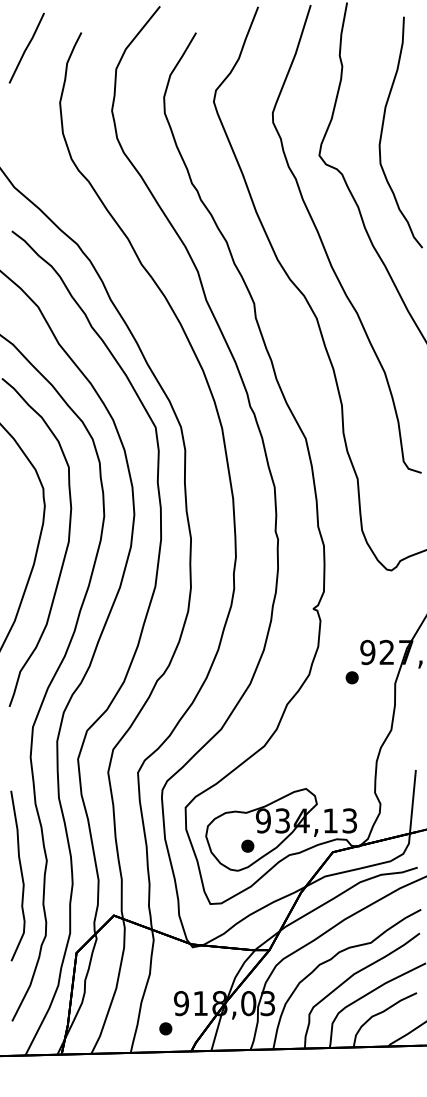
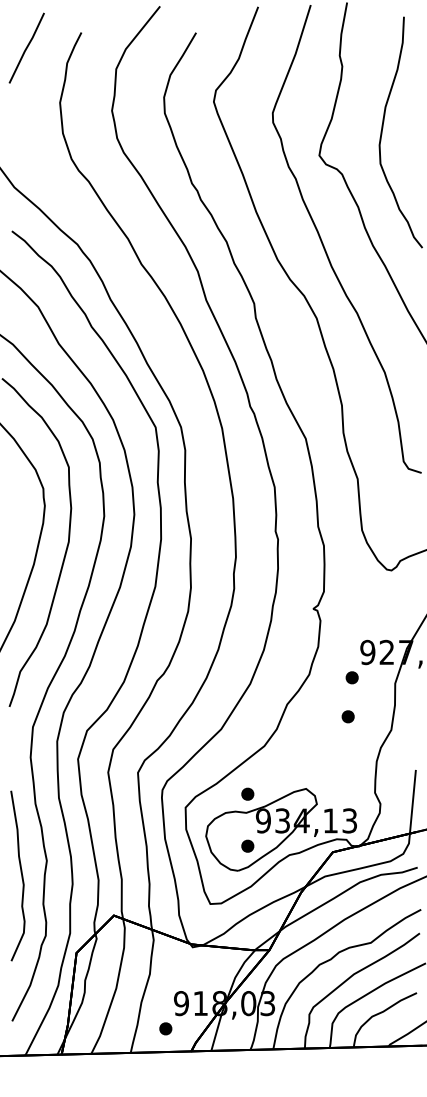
part at (347, 716): none -> present
part at (247, 793): none -> present
